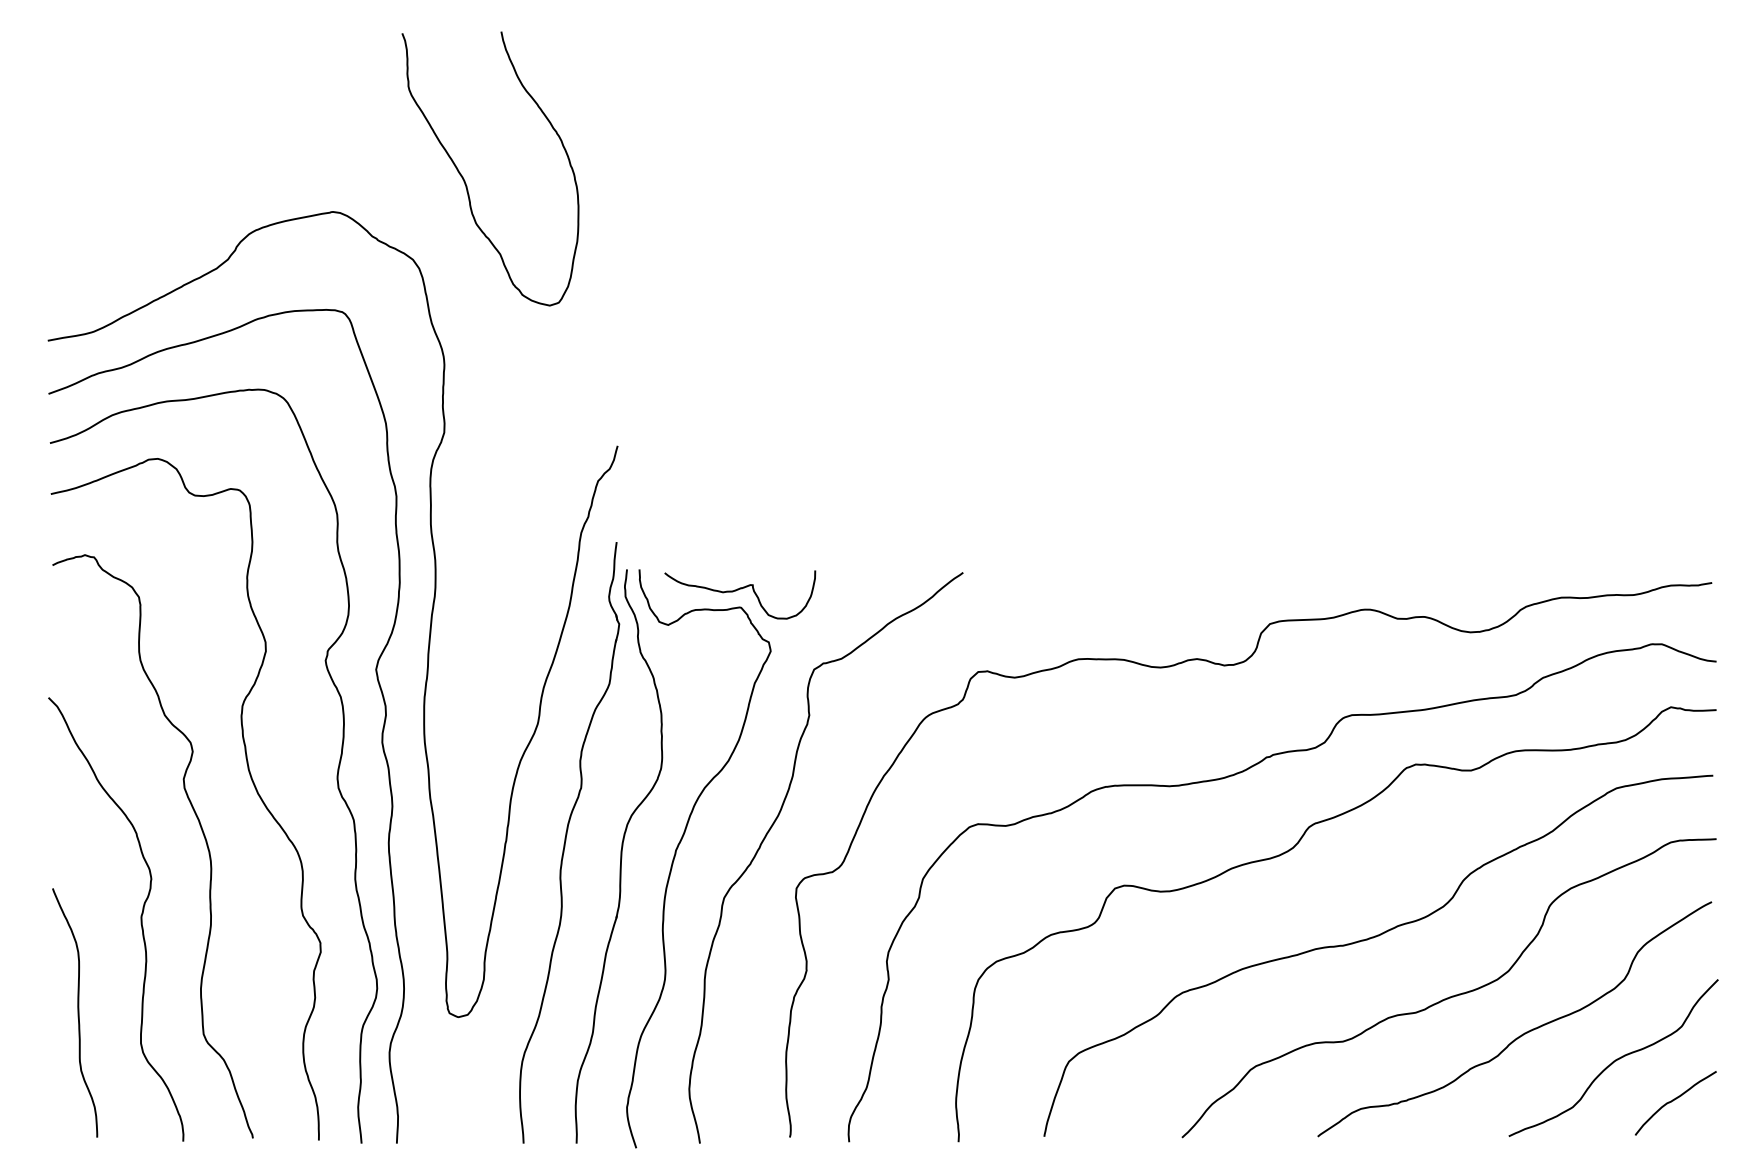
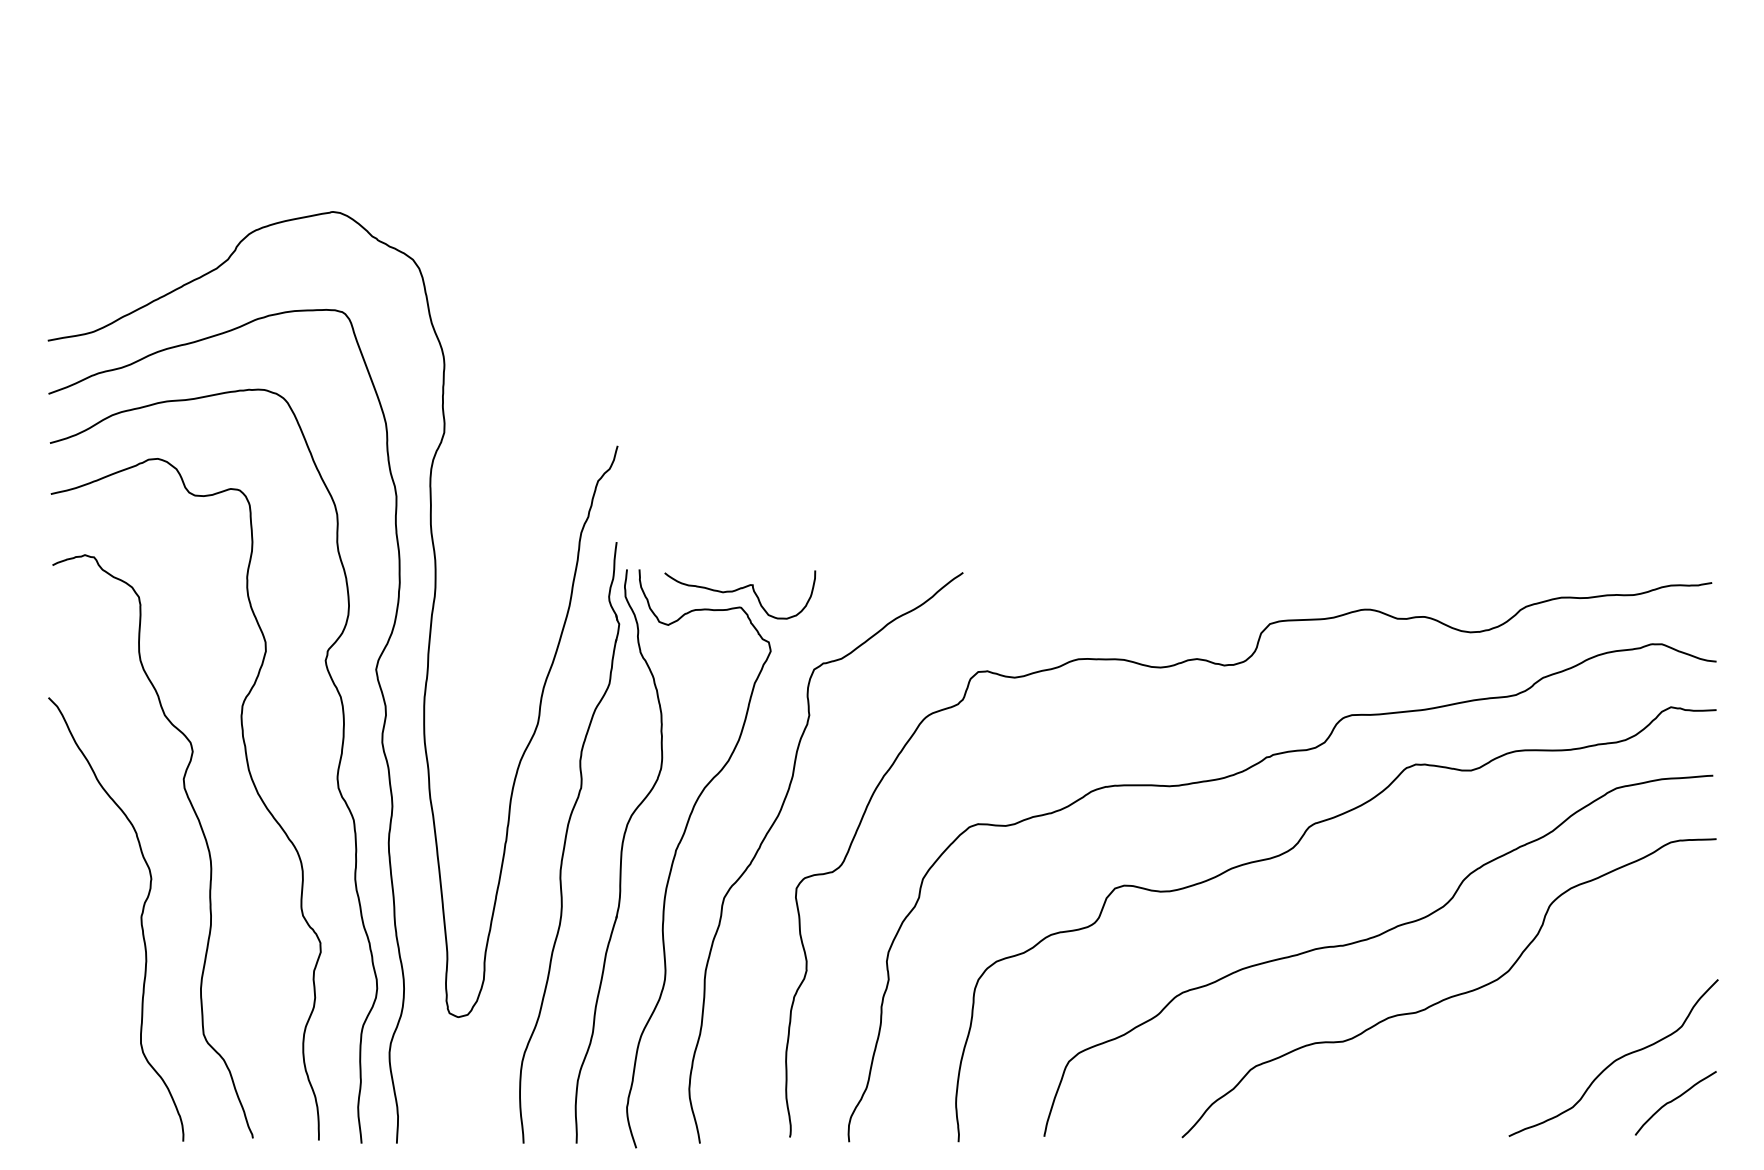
curve at (465, 180): present -> none
curve at (77, 1012): present -> none
curve at (1524, 1032): present -> none
